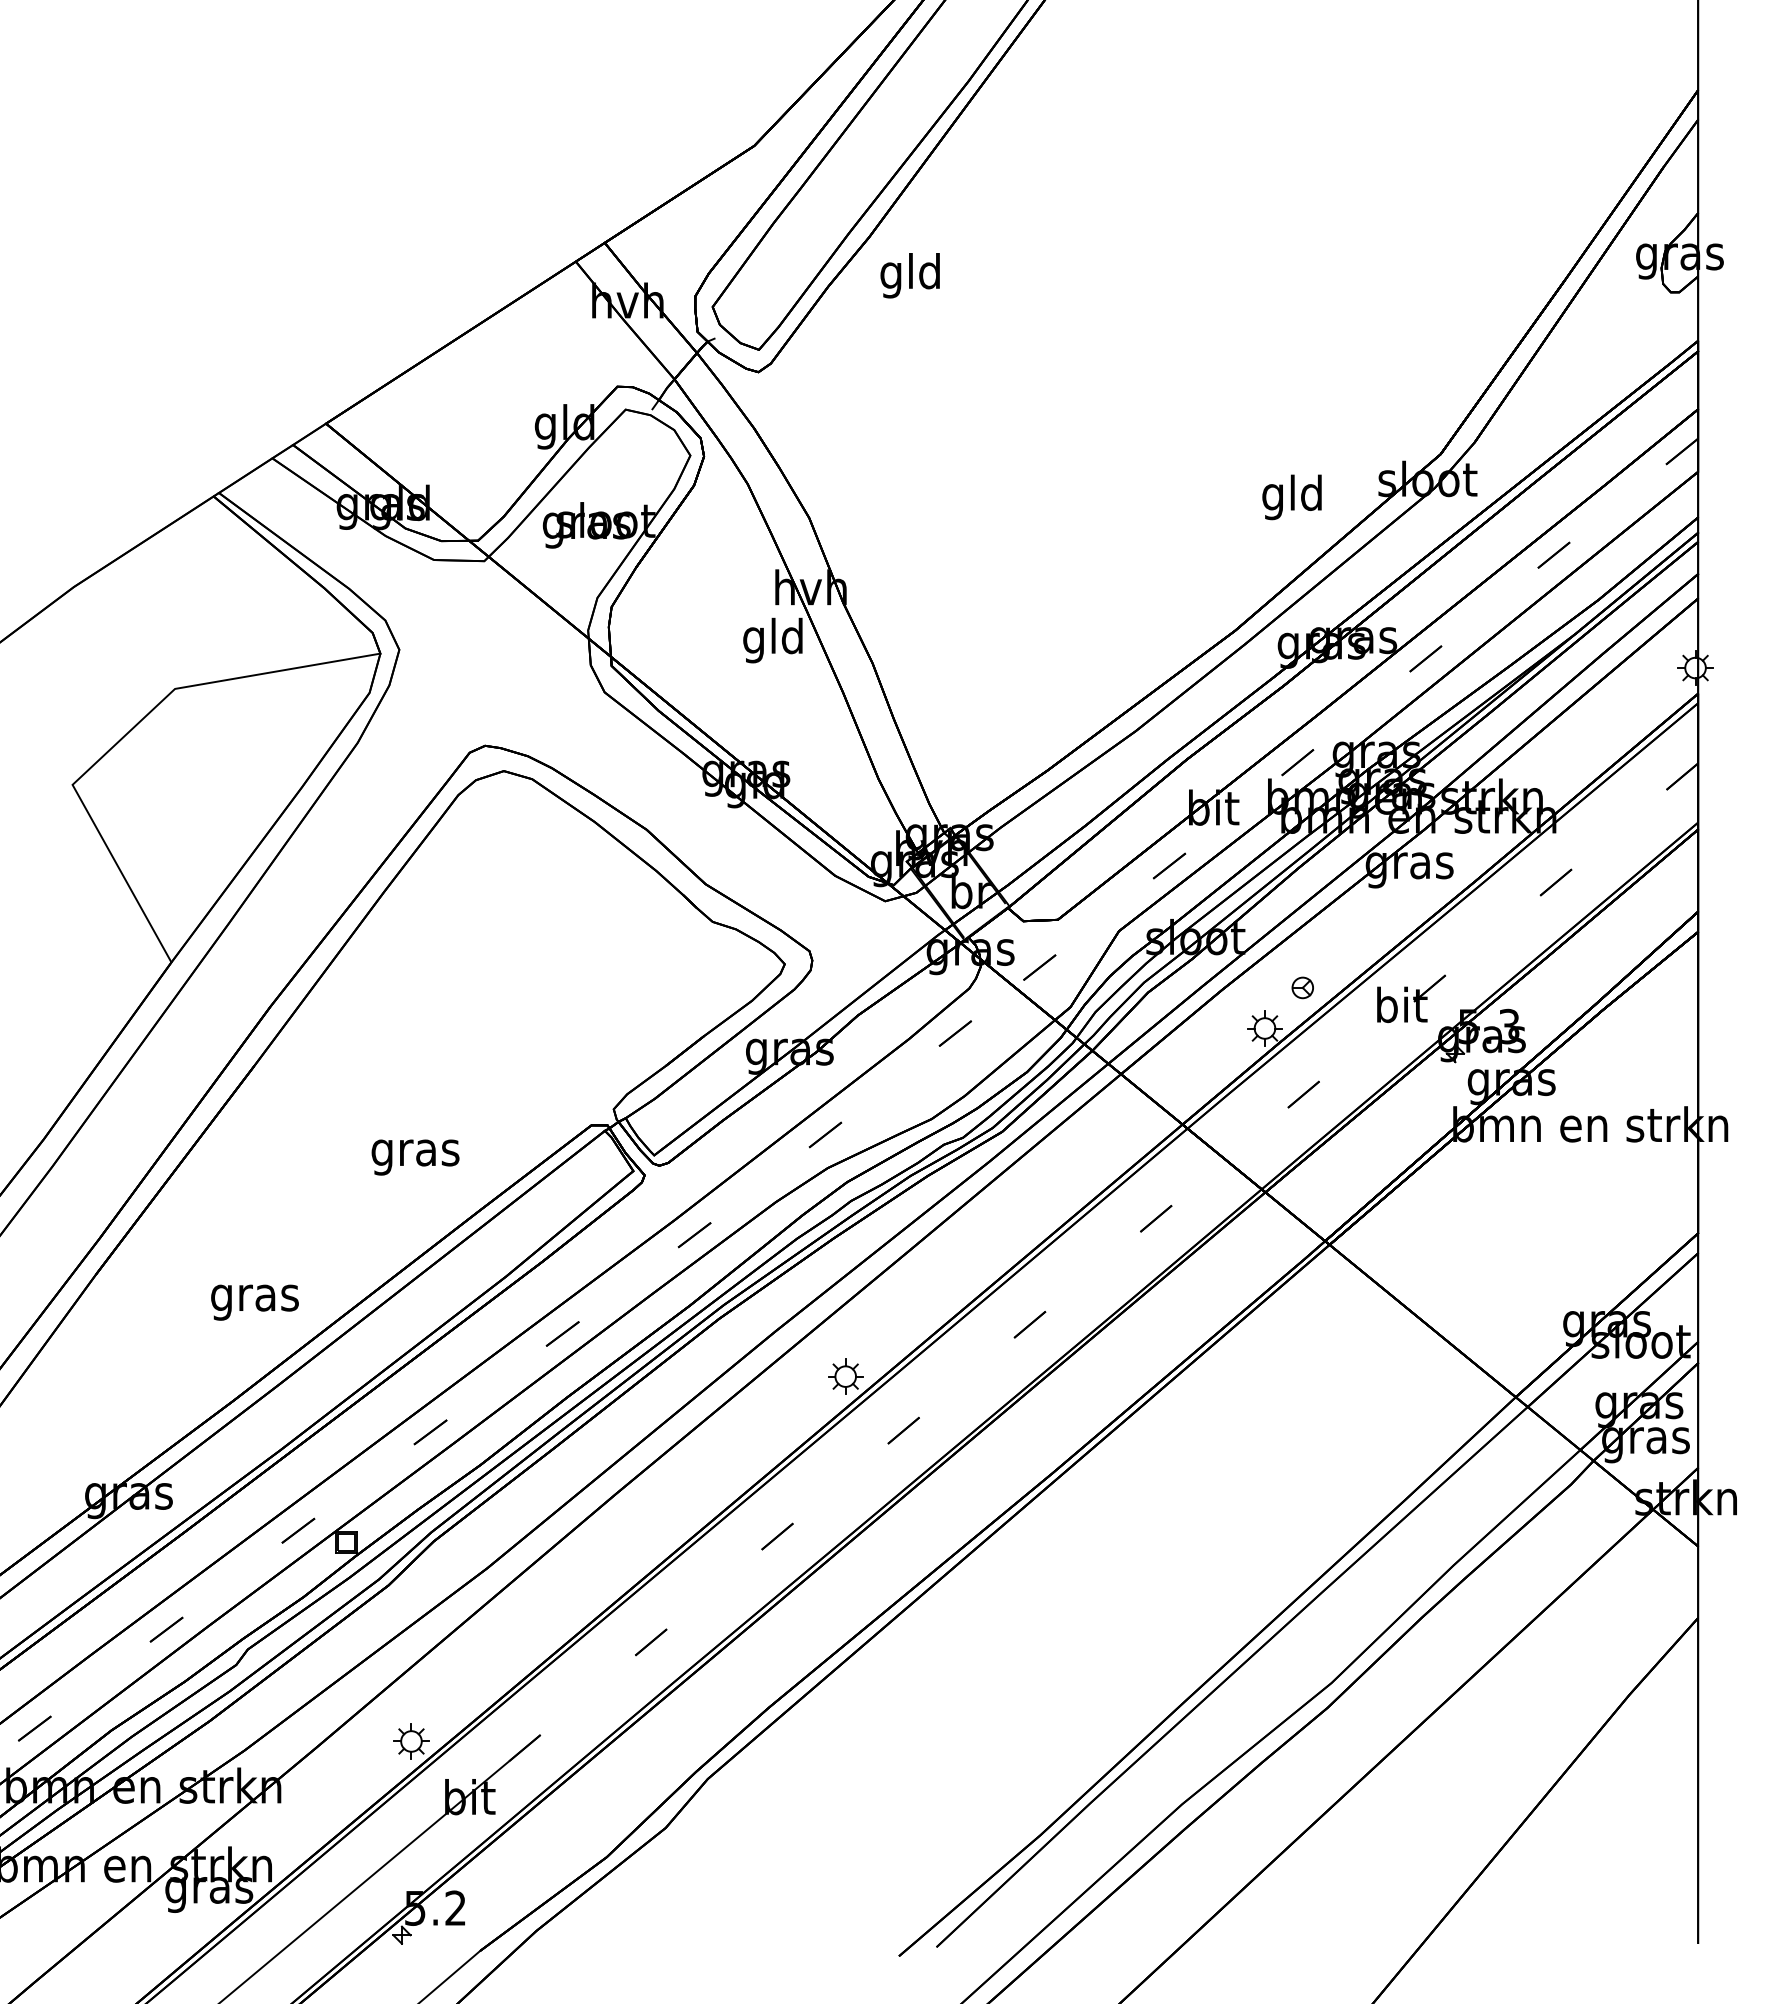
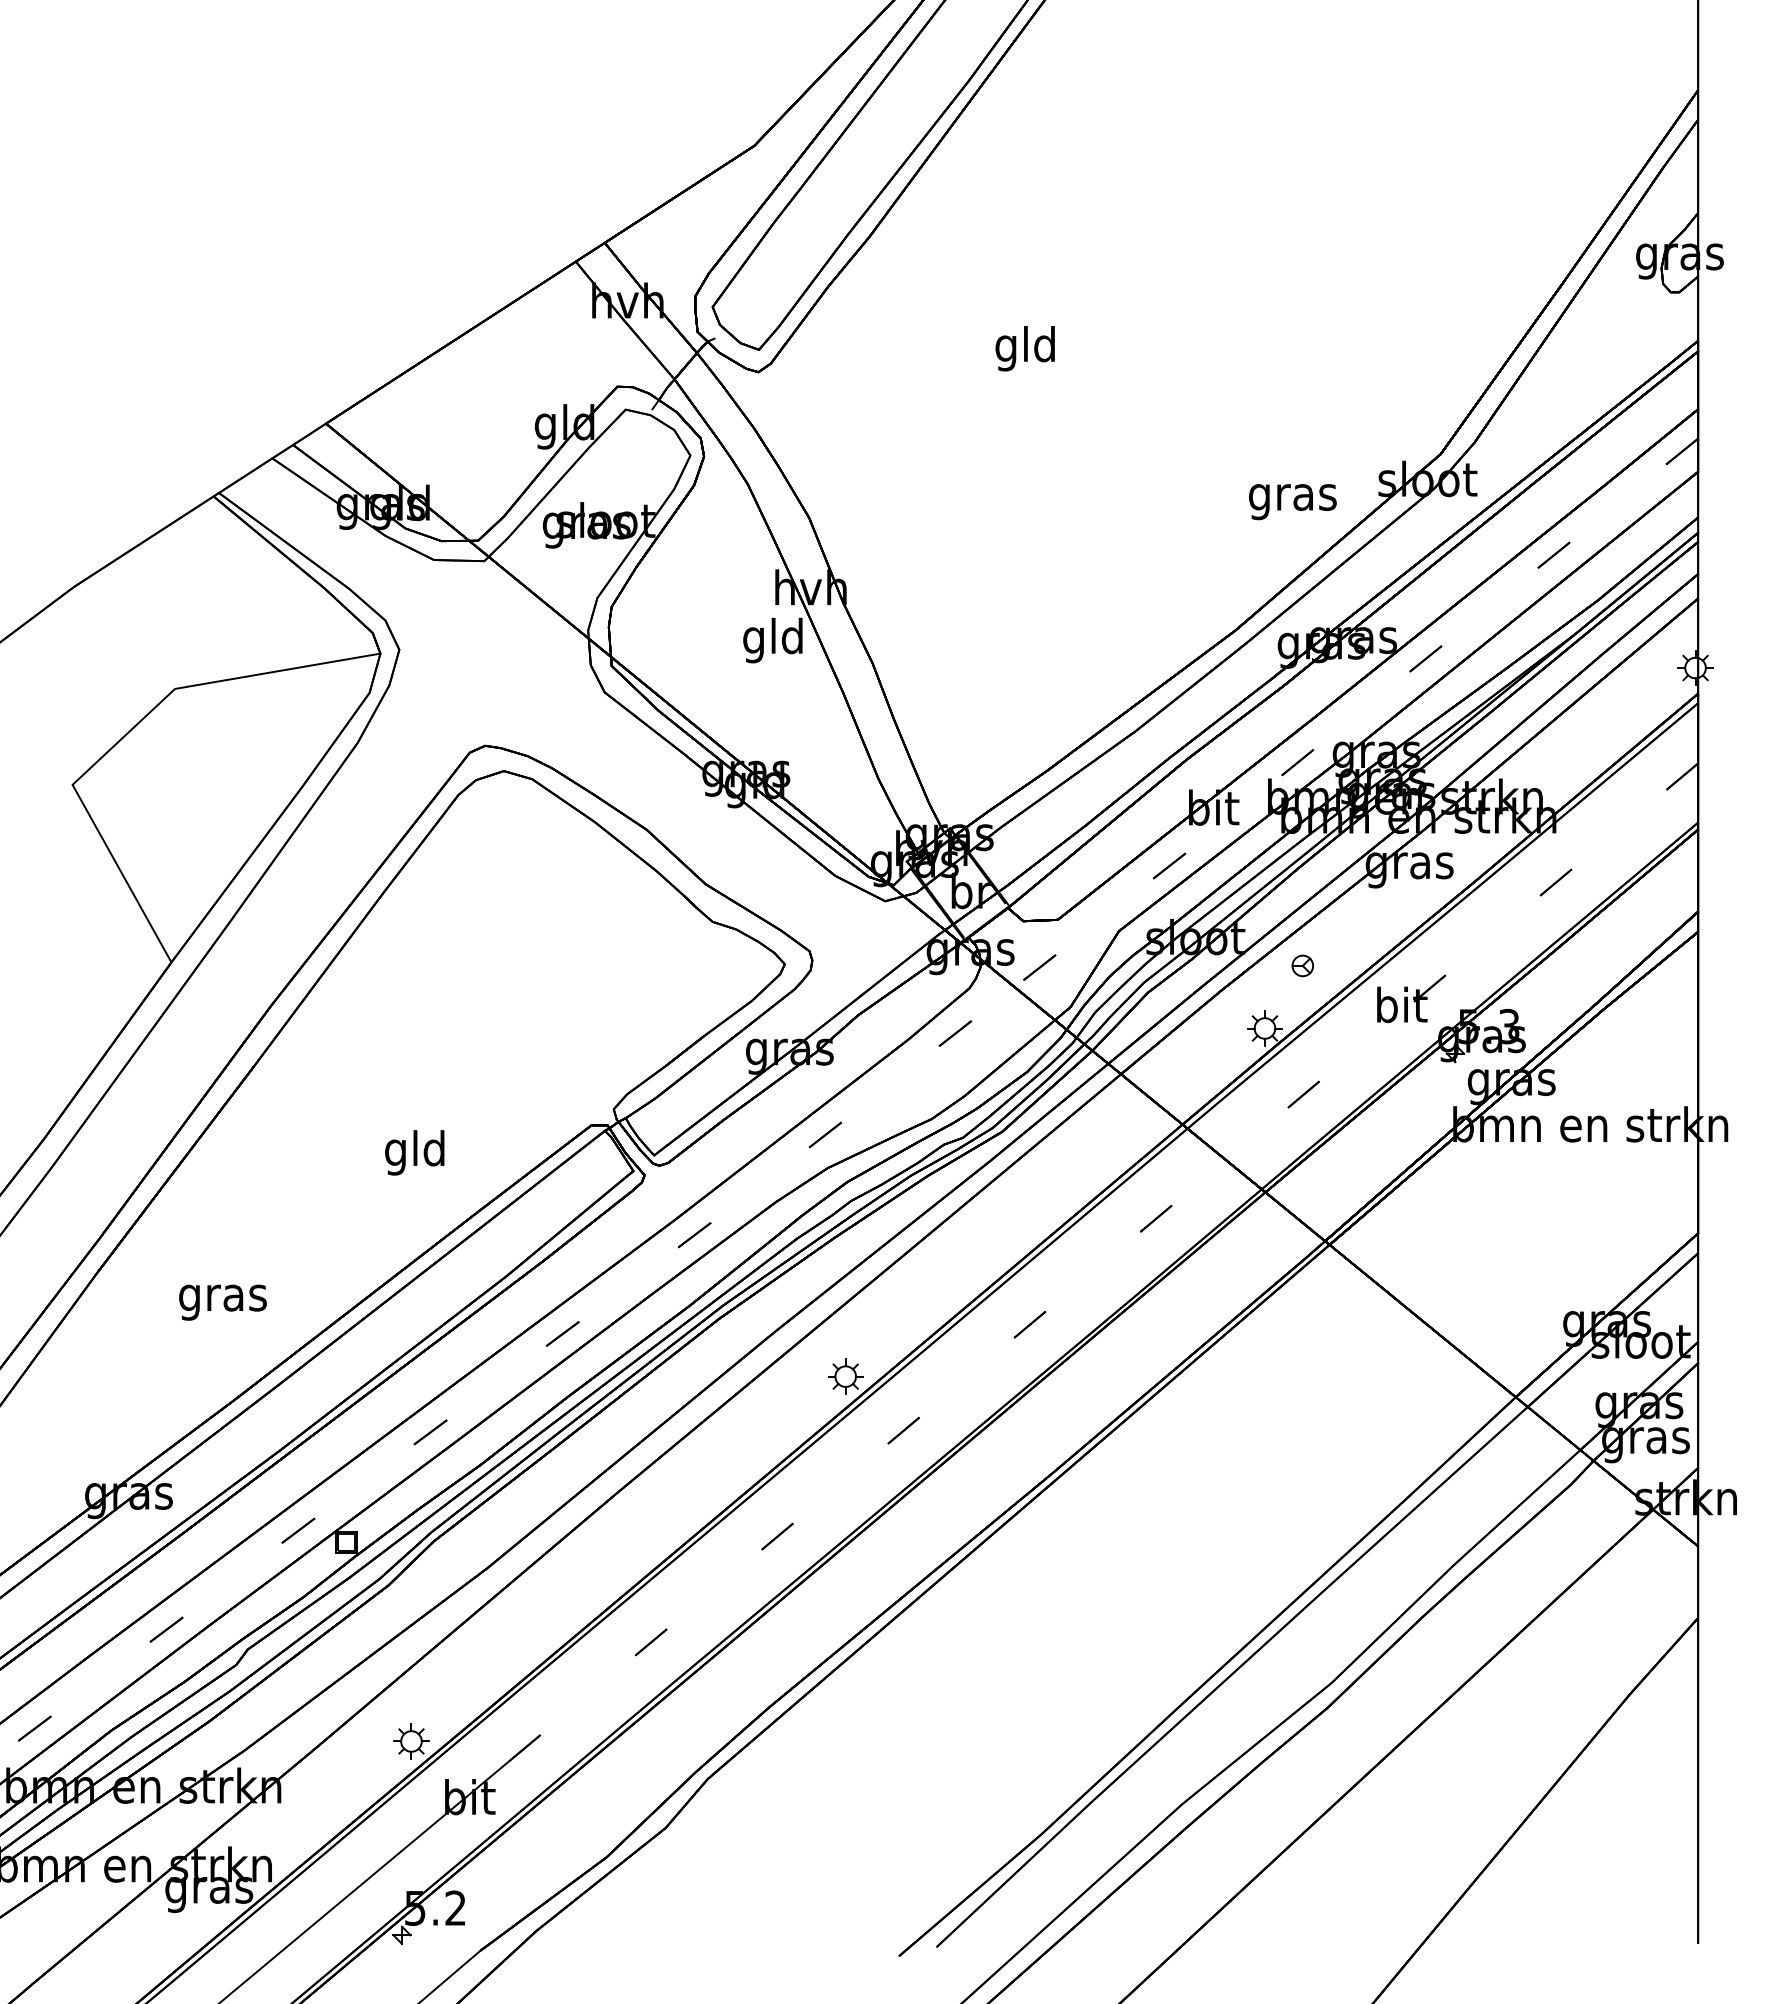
text at (909, 275) position: (909, 275) -> (1024, 348)
text at (1292, 497): gld -> gras
part at (1302, 987) position: (1302, 987) -> (1302, 965)
text at (415, 1152): gras -> gld
text at (254, 1302) position: (254, 1302) -> (222, 1302)
